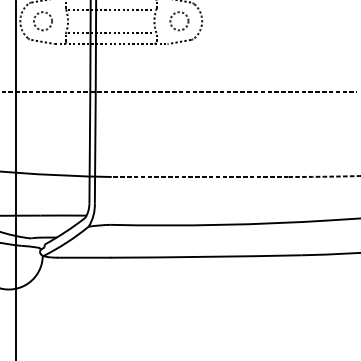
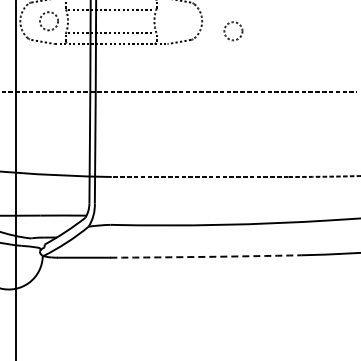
circle at (42, 21) position: (42, 21) -> (48, 21)
circle at (179, 21) position: (179, 21) -> (233, 31)
arc at (205, 256): solid -> dashed
